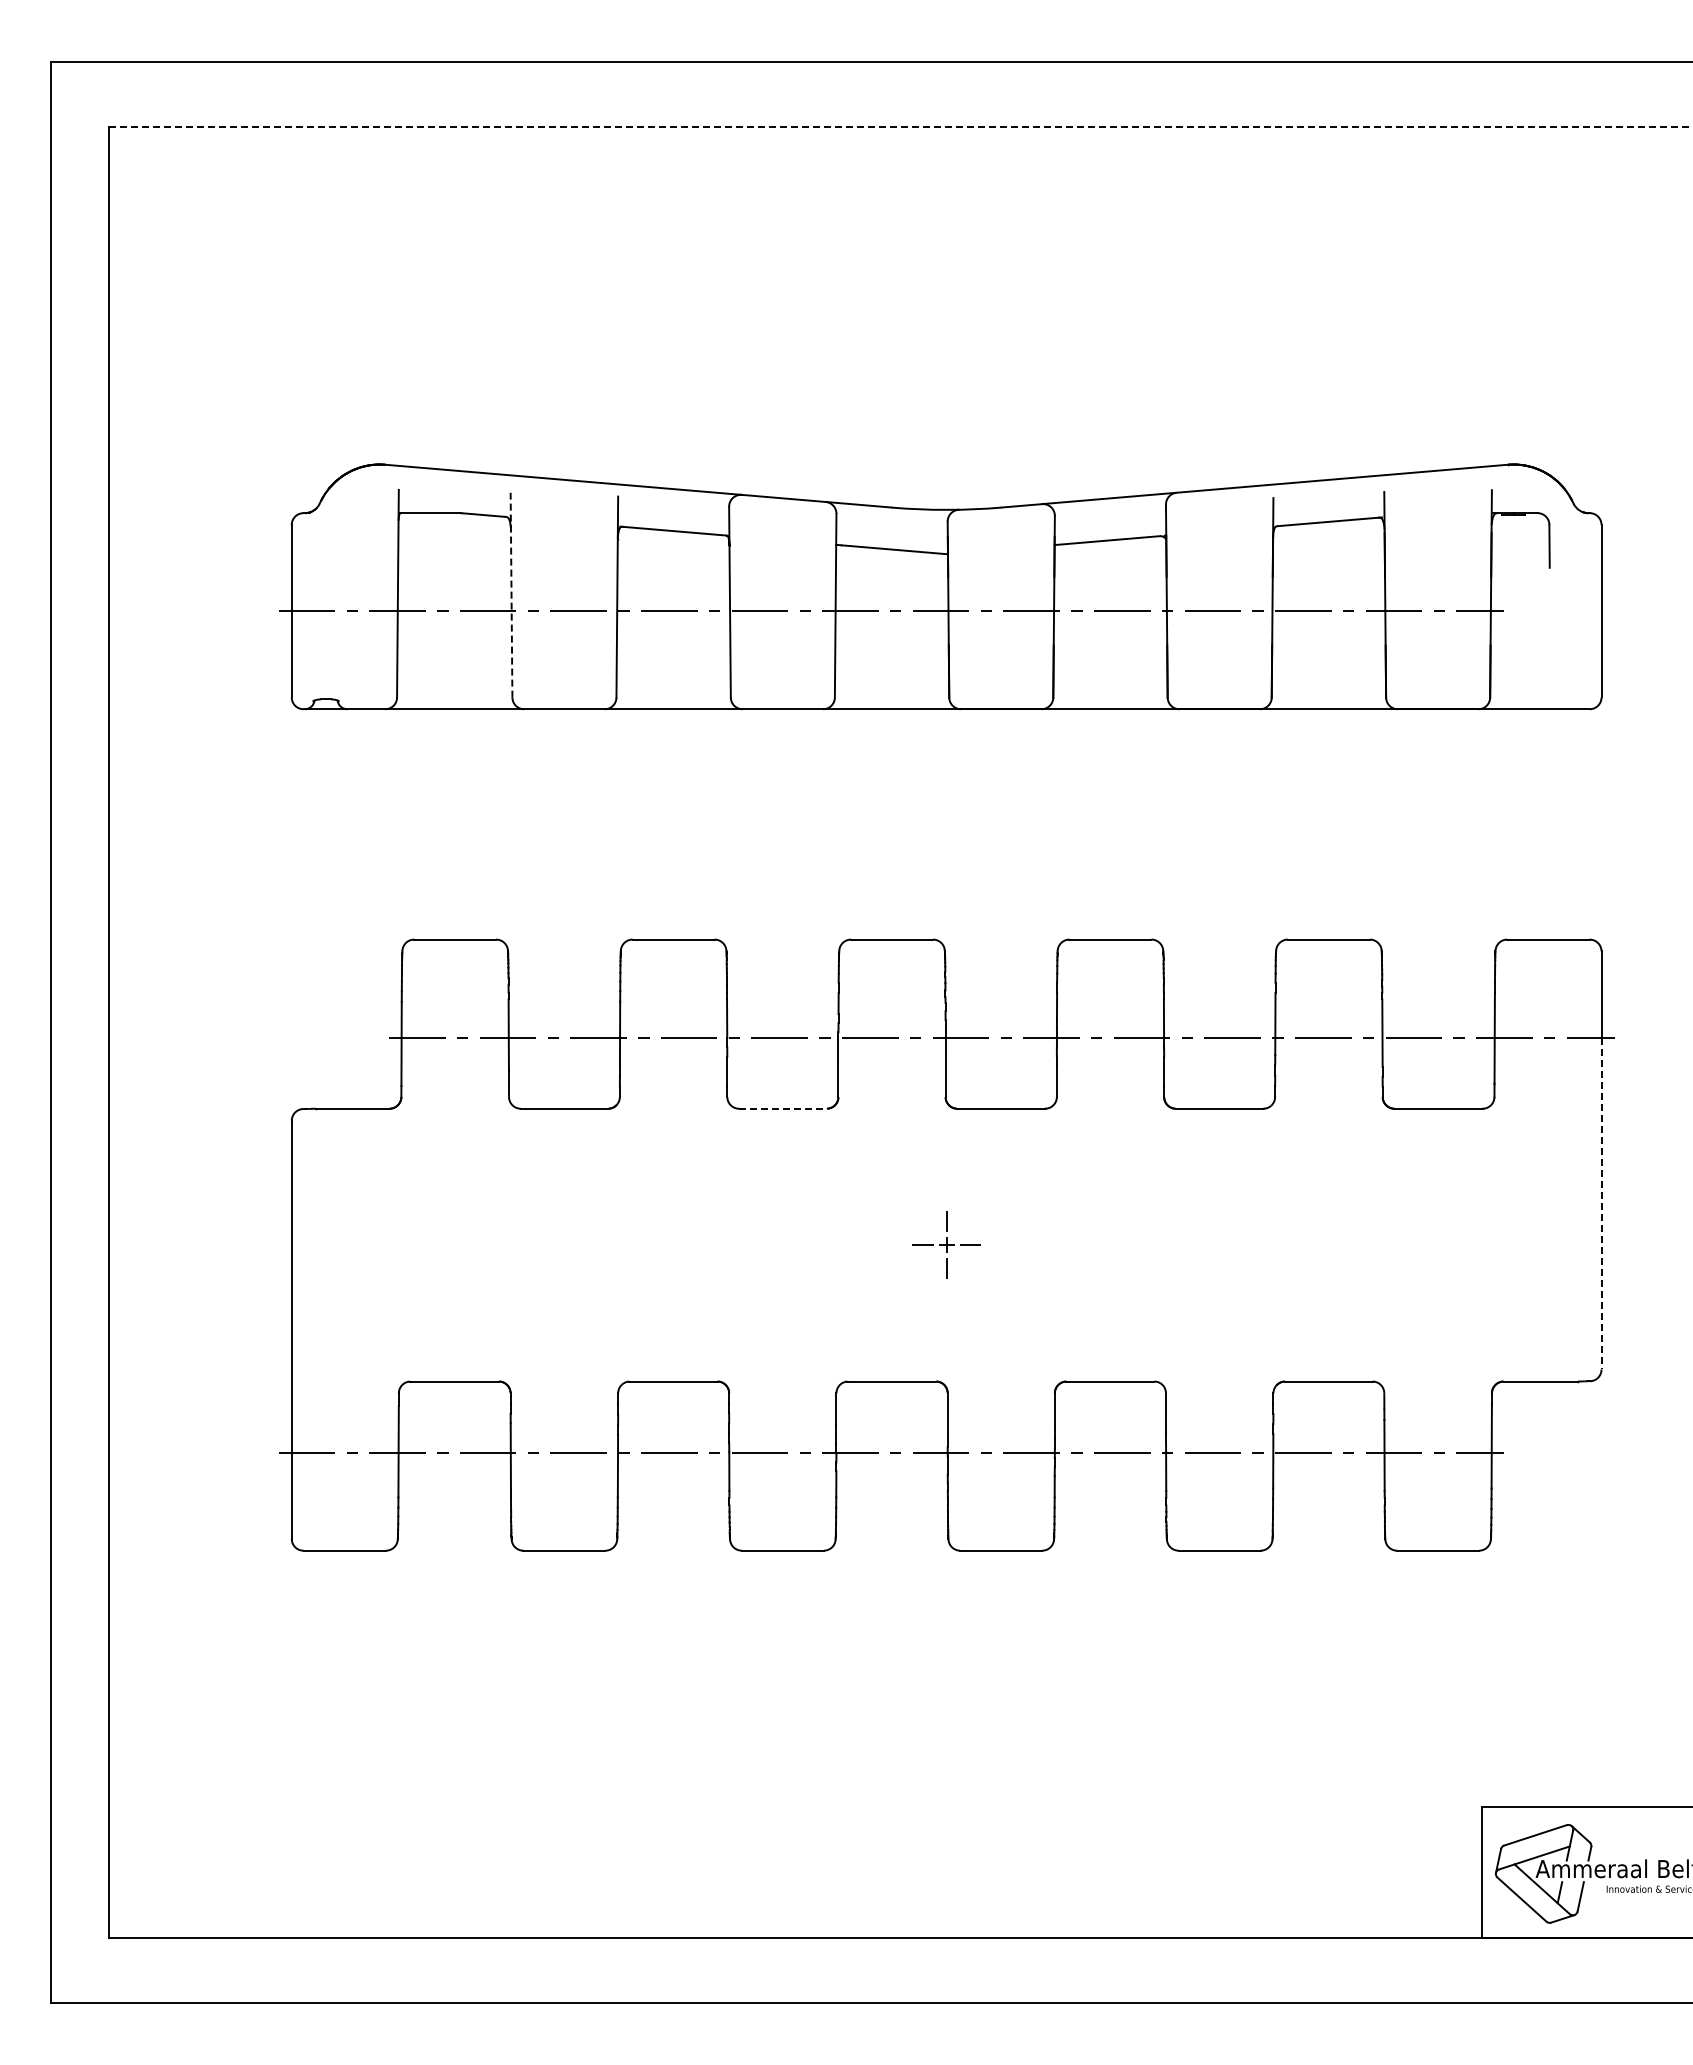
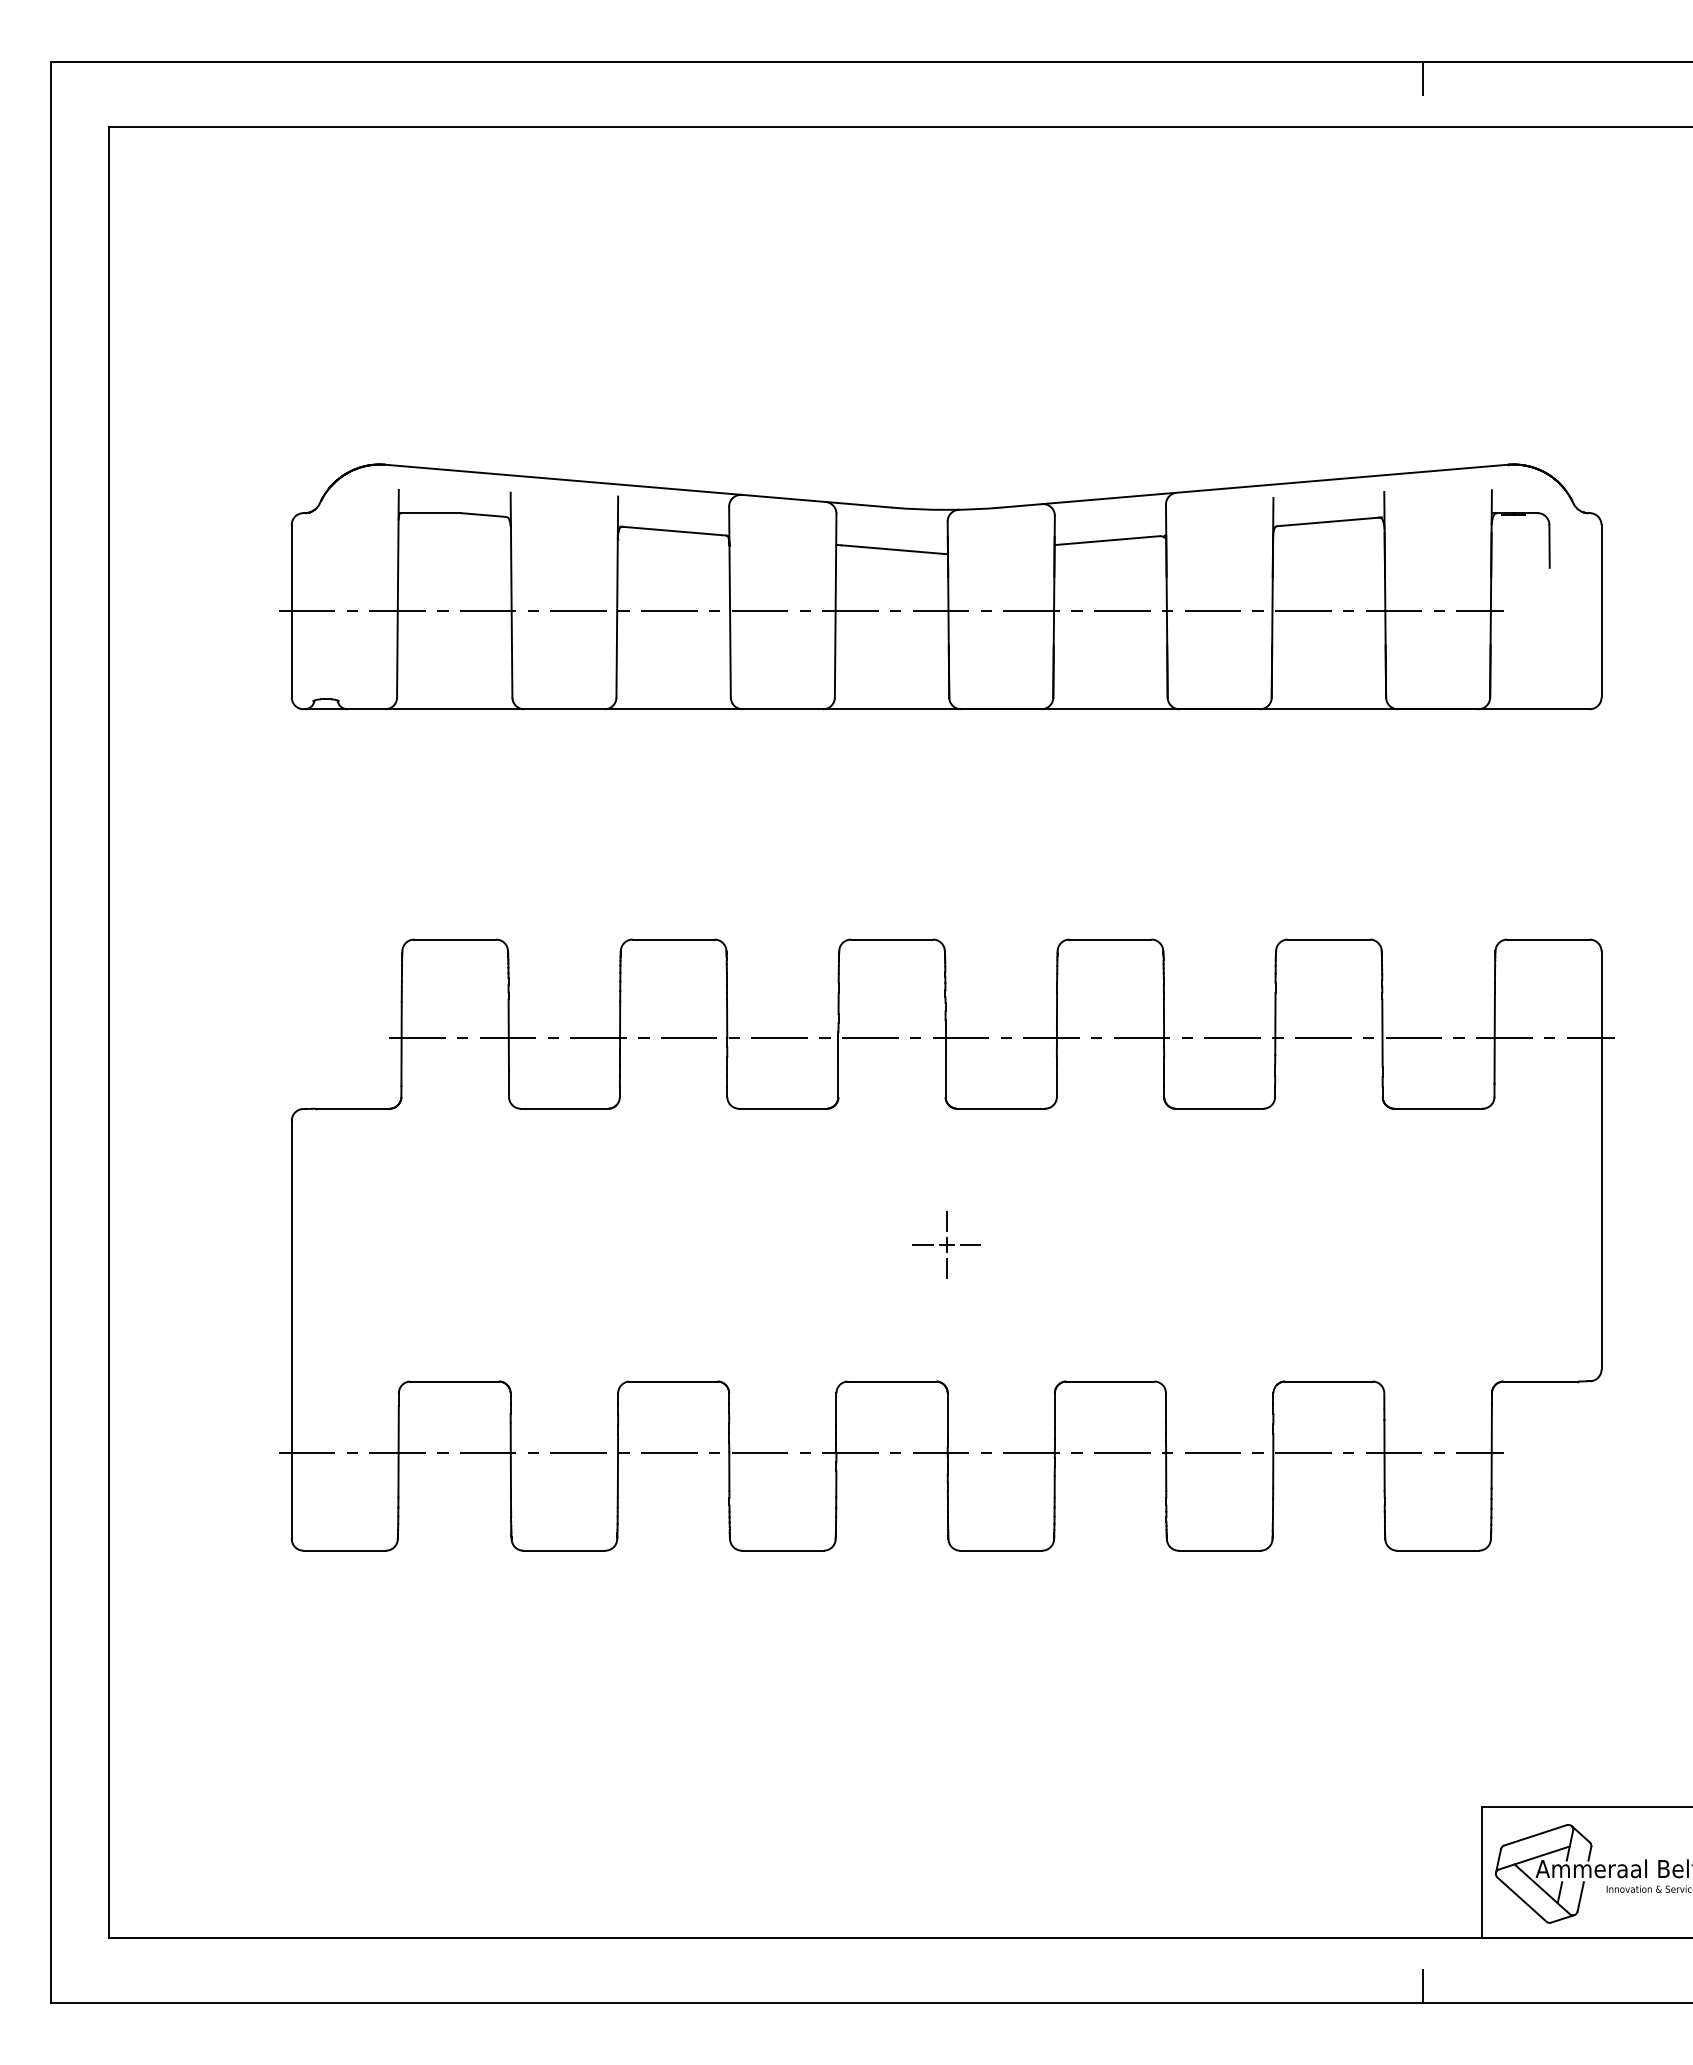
line at (1423, 77): none -> present
line at (901, 127): dashed -> solid
line at (511, 594): dashed -> solid
line at (782, 1108): dashed -> solid
line at (1601, 1203): dashed -> solid
line at (1423, 1986): none -> present
